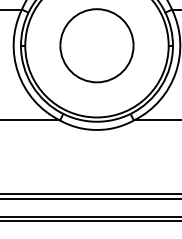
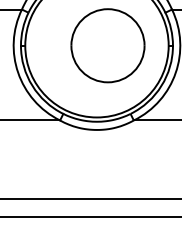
part at (96, 45) position: (96, 45) -> (107, 45)
line at (90, 193): present -> none
line at (90, 221): present -> none
